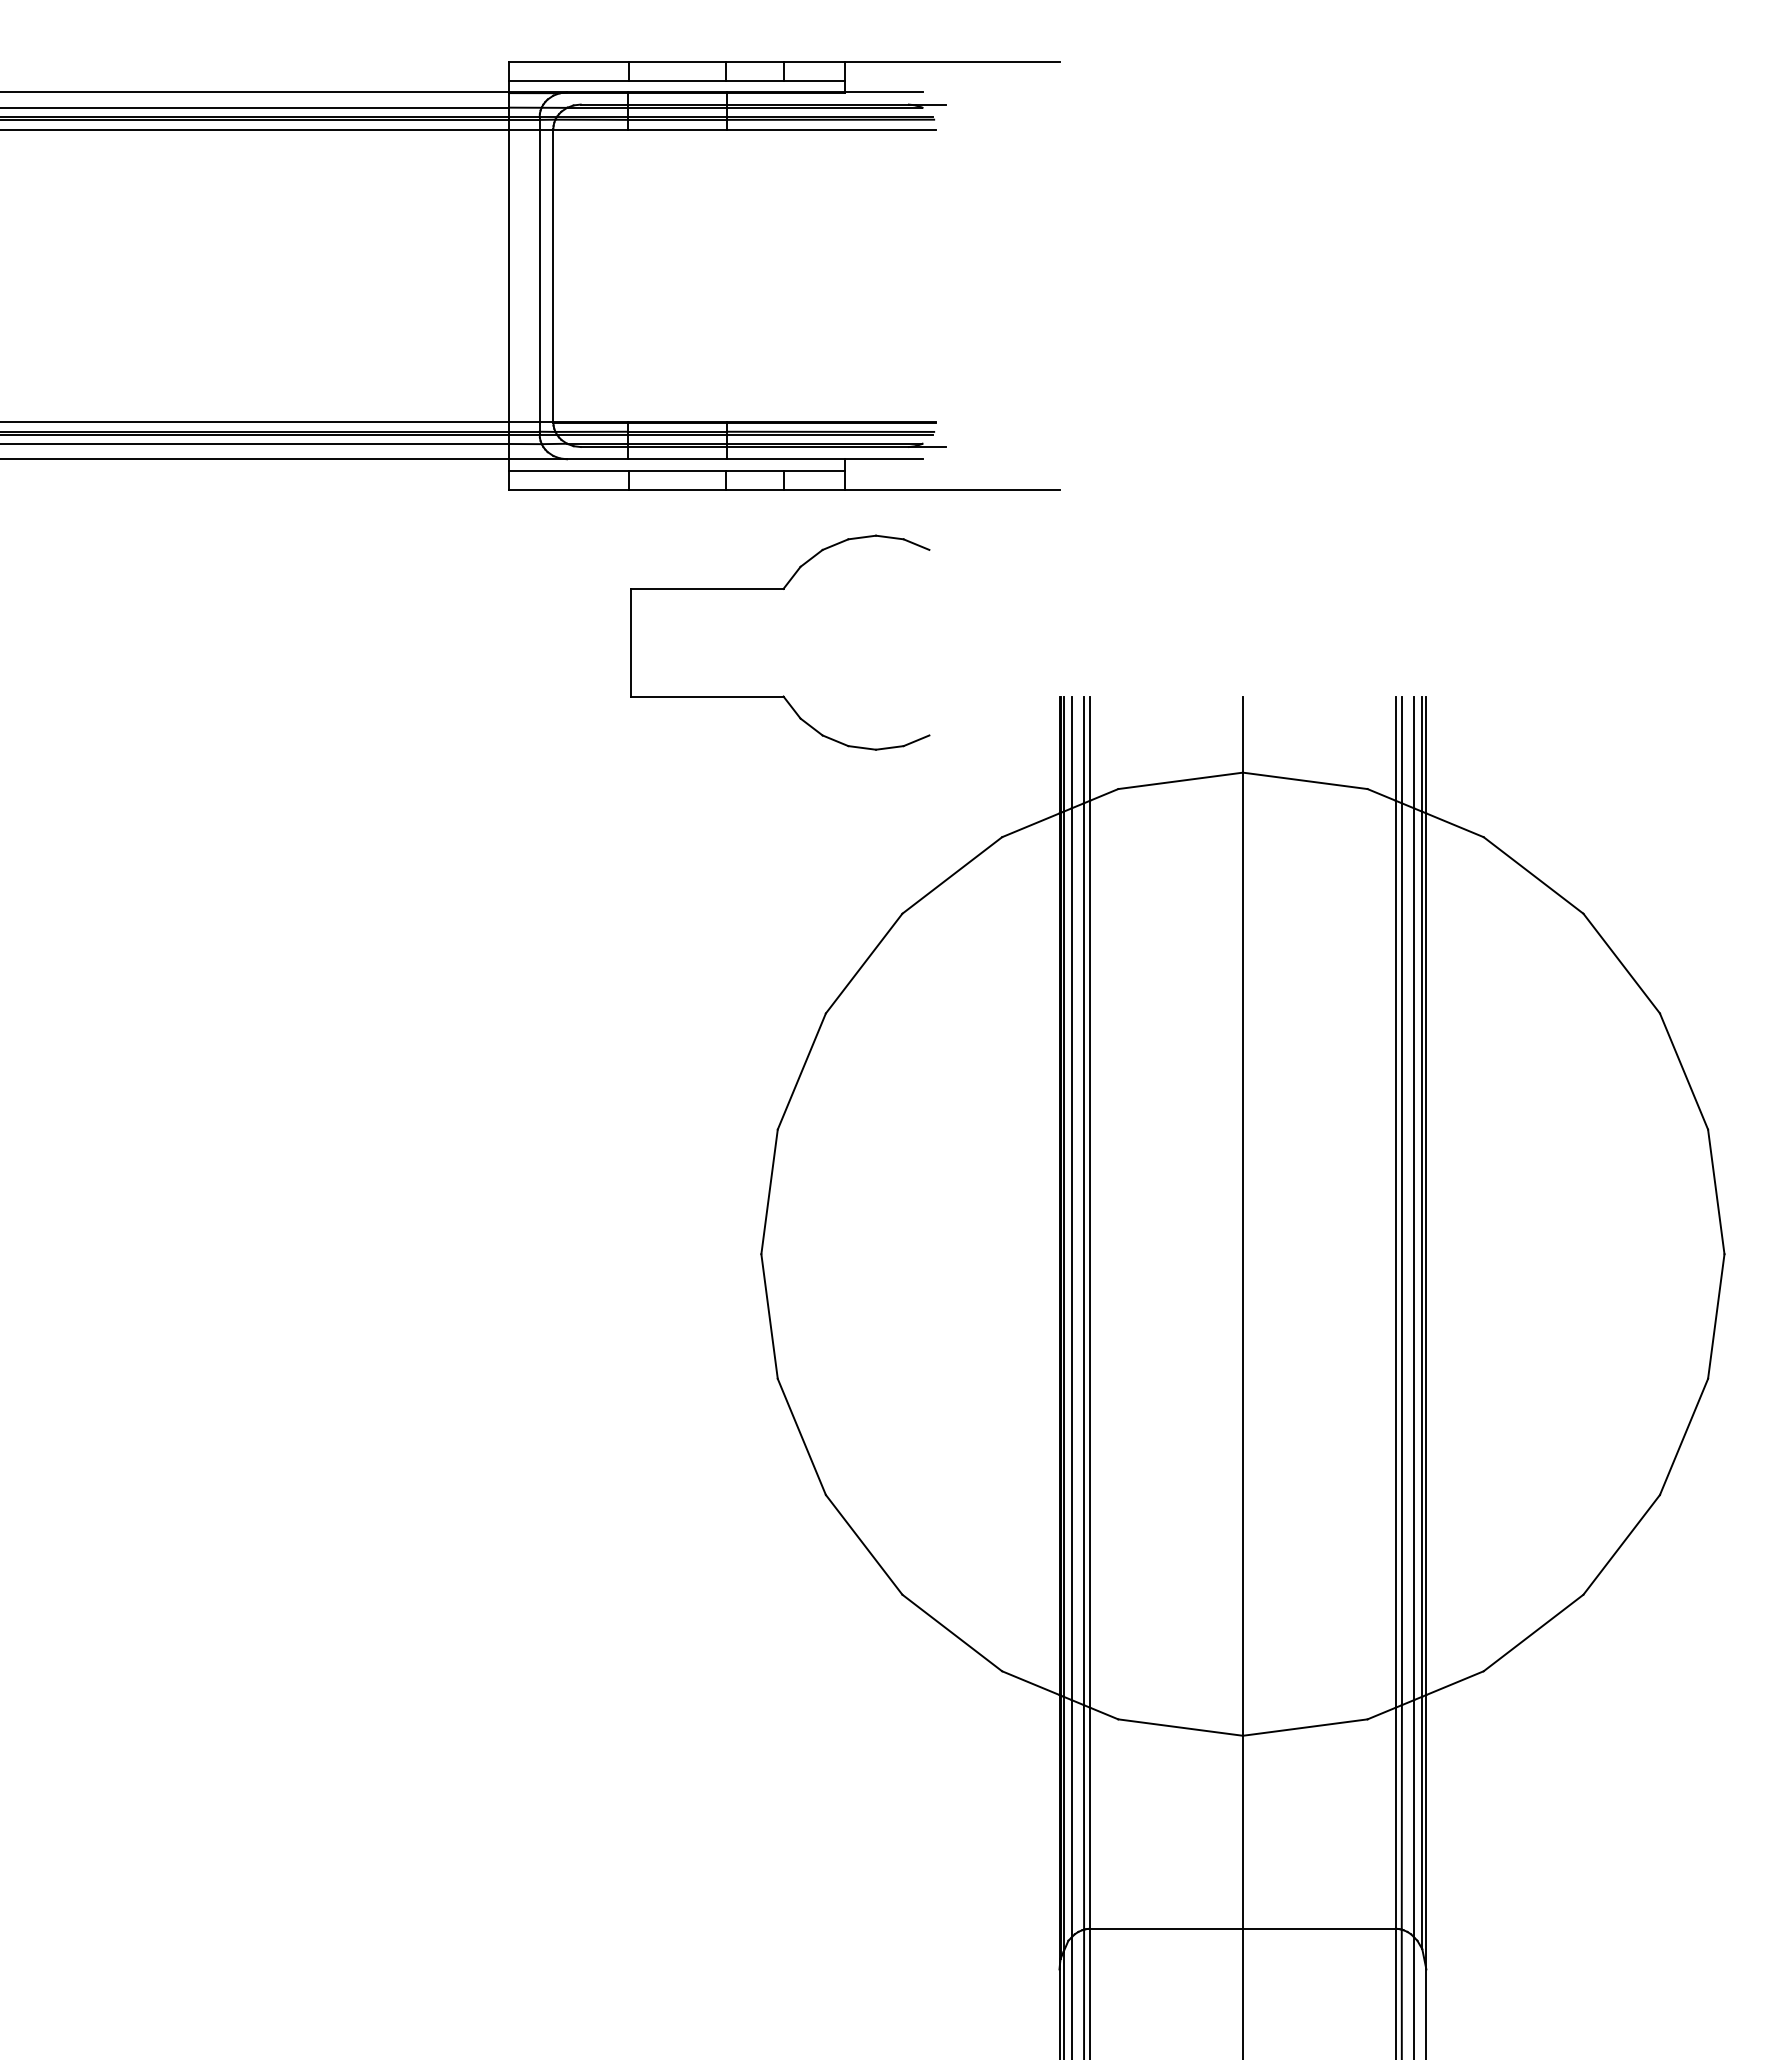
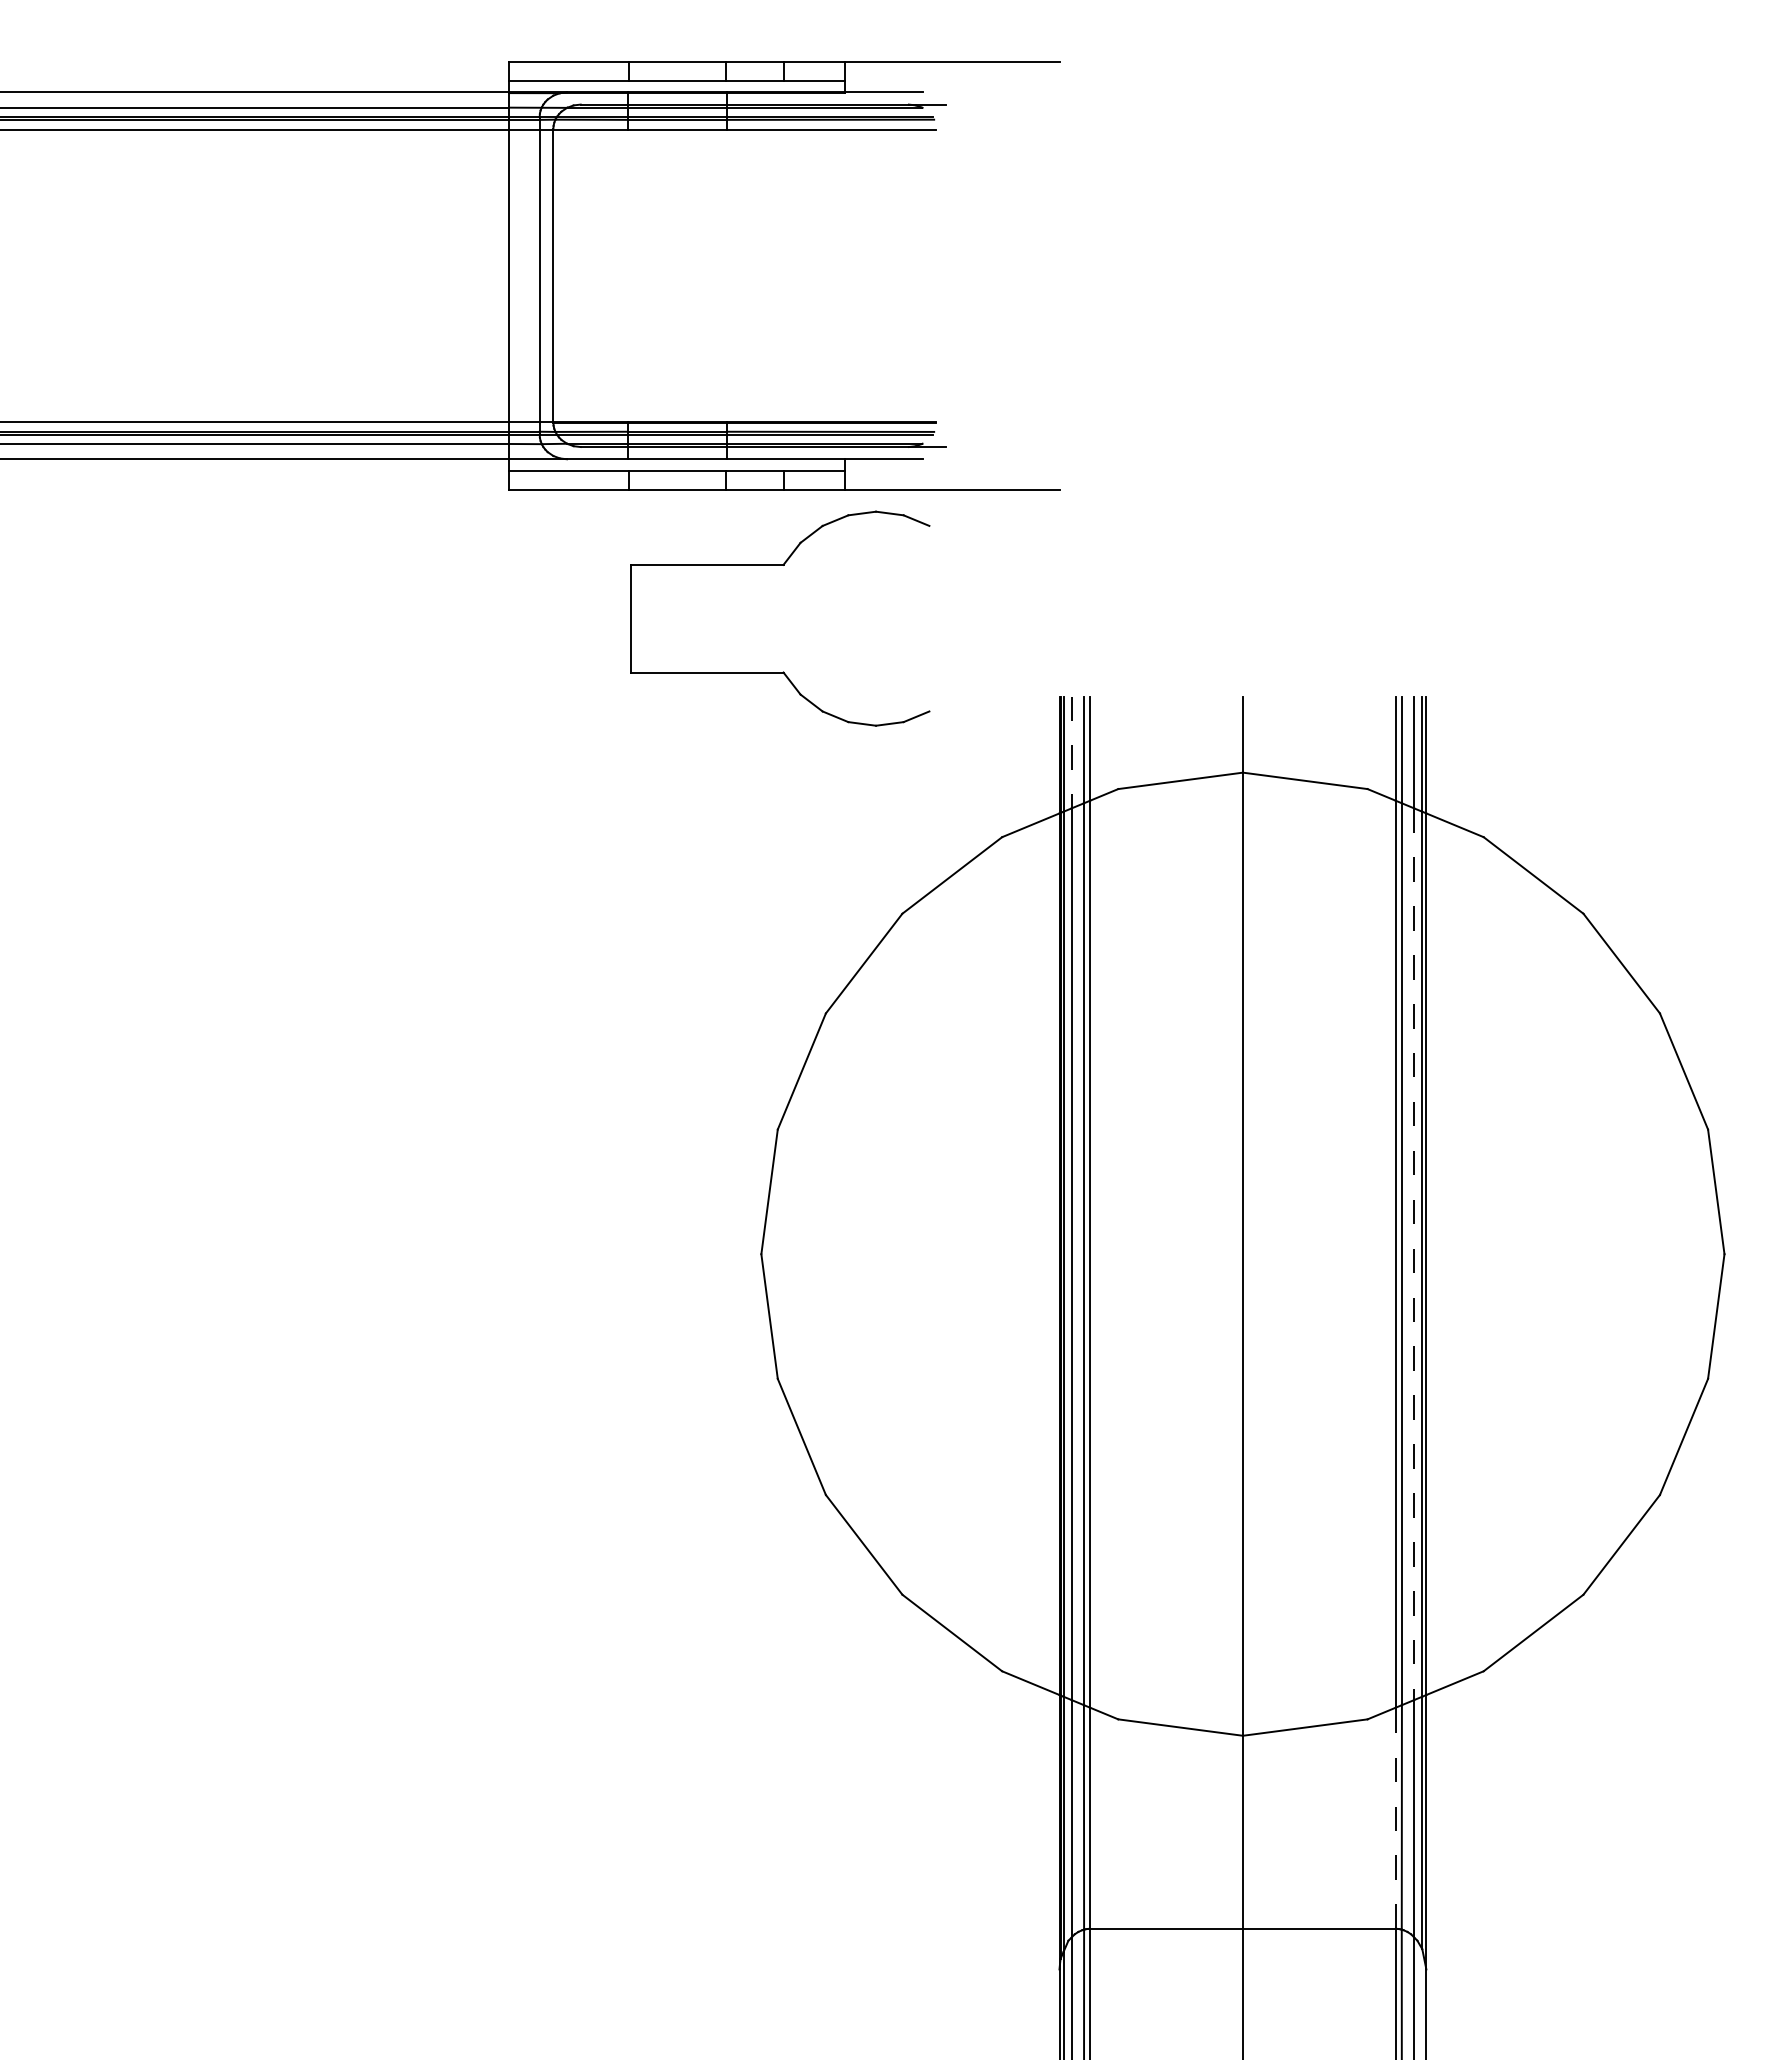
part at (780, 589) position: (780, 589) -> (780, 565)
line at (1071, 752): solid -> dashed
line at (1414, 1254): solid -> dashed
line at (1395, 1818): solid -> dashed
